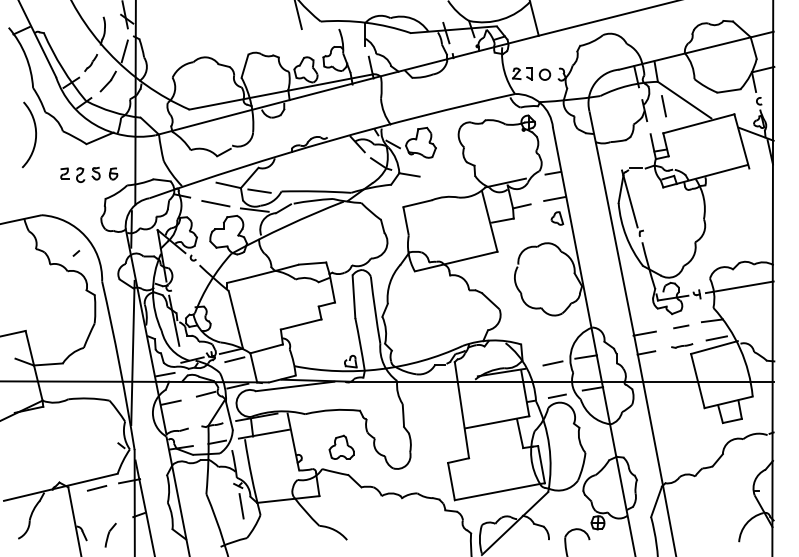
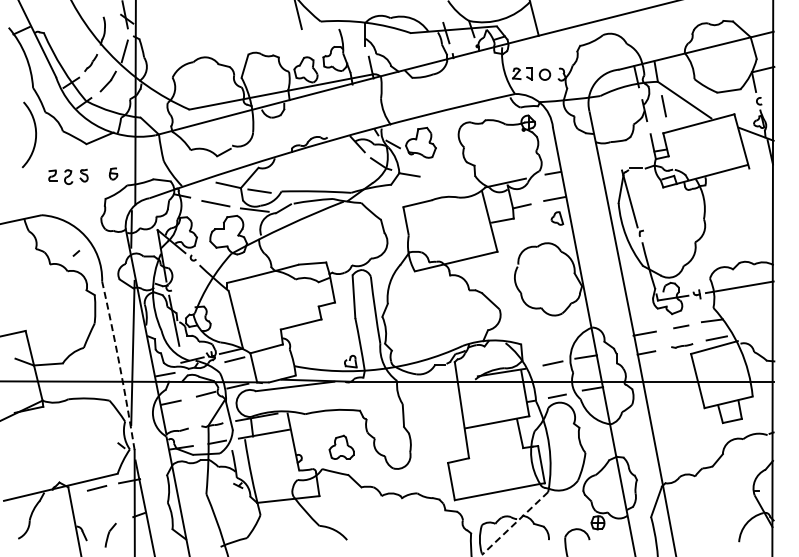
part at (80, 174) position: (80, 174) -> (68, 176)
arc at (119, 365): solid -> dashed
line at (241, 506): present -> none
line at (515, 523): solid -> dashed
